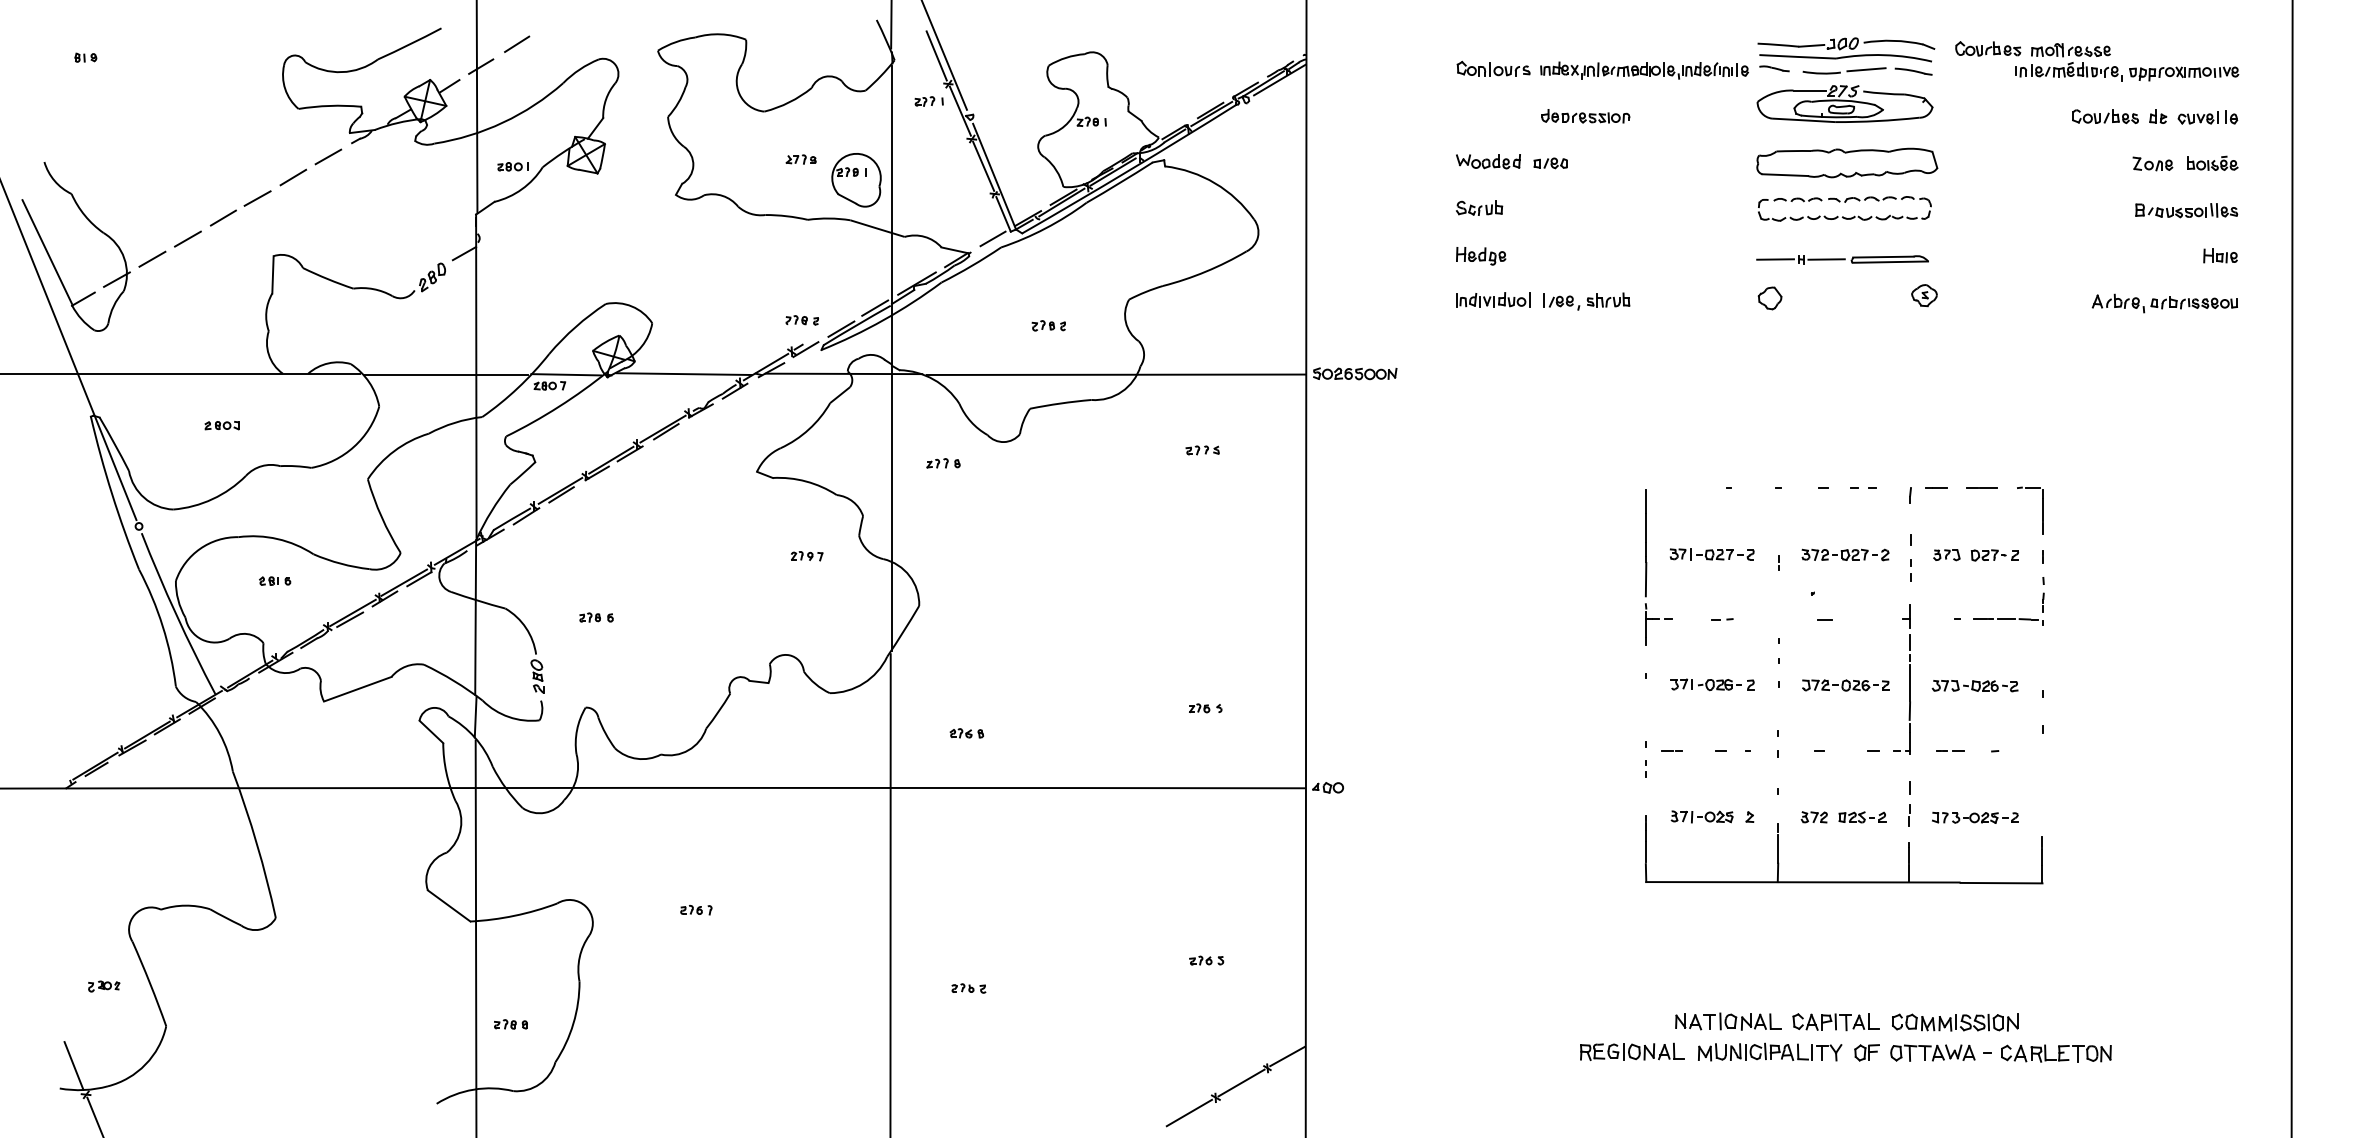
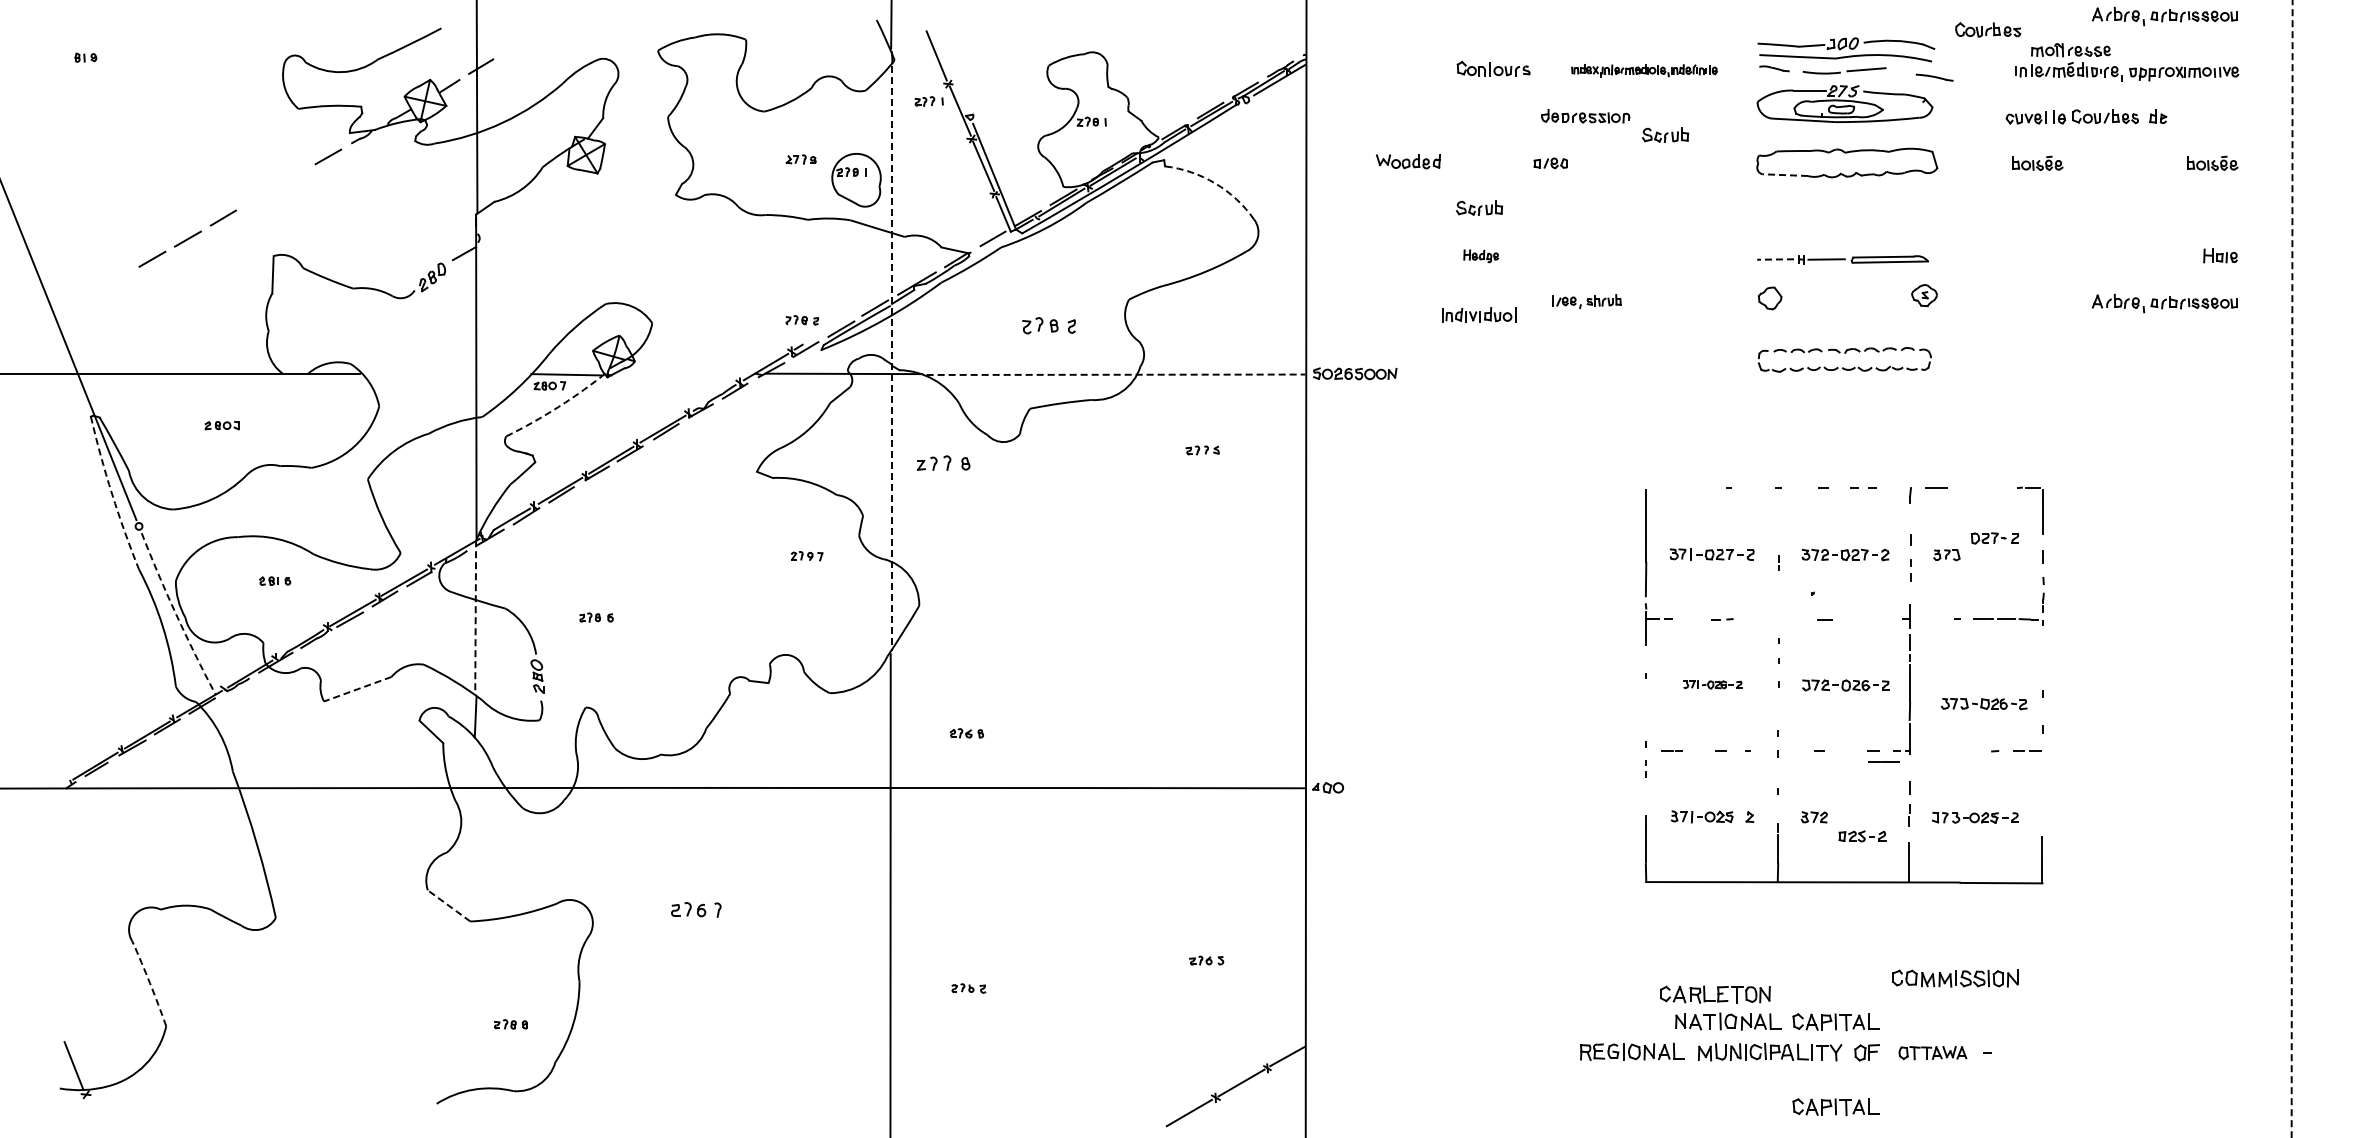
part at (2164, 16): none -> present
line at (517, 44): present -> none
part at (1988, 48) position: (1988, 48) -> (1988, 29)
line at (944, 55): present -> none
part at (1644, 70) size: 209x19 px -> 147x14 px
line at (1913, 71) position: (1913, 71) -> (1934, 77)
part at (2207, 117) position: (2207, 117) -> (2035, 117)
part at (1665, 134): none -> present
part at (1488, 161) position: (1488, 161) -> (1408, 161)
part at (2037, 162): none -> present
part at (2152, 163): present -> none
part at (512, 166): present -> none
line at (1785, 175): solid -> dashed
line at (293, 177): present -> none
arc at (1215, 183): solid -> dashed
line at (257, 198): present -> none
part at (1844, 208) position: (1844, 208) -> (1844, 359)
part at (2186, 210): present -> none
part at (1481, 256) size: 51x19 px -> 37x15 px
part at (51, 258): present -> none
line at (1775, 259): solid -> dashed
part at (1493, 299) position: (1493, 299) -> (1479, 314)
part at (1586, 301) size: 88x19 px -> 70x15 px
part at (1048, 325) size: 35x12 px -> 54x18 px
line at (891, 358): solid -> dashed
line at (683, 374): present -> none
line at (1116, 374): solid -> dashed
line at (445, 375): present -> none
arc at (559, 406): solid -> dashed
part at (943, 463) size: 35x11 px -> 54x16 px
line at (1981, 487) position: (1981, 487) -> (1883, 761)
arc at (112, 494): solid -> dashed
part at (1994, 555) position: (1994, 555) -> (1994, 538)
line at (2292, 568): solid -> dashed
arc at (176, 614): solid -> dashed
line at (475, 618): solid -> dashed
part at (1712, 684) size: 85x14 px -> 60x10 px
part at (1974, 686) position: (1974, 686) -> (1983, 704)
line at (357, 689): solid -> dashed
part at (1205, 708): present -> none
line at (1952, 750) position: (1952, 750) -> (2029, 750)
part at (1862, 817) position: (1862, 817) -> (1862, 836)
line at (448, 905): solid -> dashed
part at (696, 910) size: 33x11 px -> 51x16 px
line at (475, 937): present -> none
arc at (150, 983): solid -> dashed
part at (104, 986): present -> none
part at (1955, 1022) position: (1955, 1022) -> (1955, 978)
part at (1932, 1052) size: 86x18 px -> 70x15 px
part at (2056, 1053) position: (2056, 1053) -> (1715, 994)
part at (1835, 1107): none -> present
line at (94, 1115): present -> none
